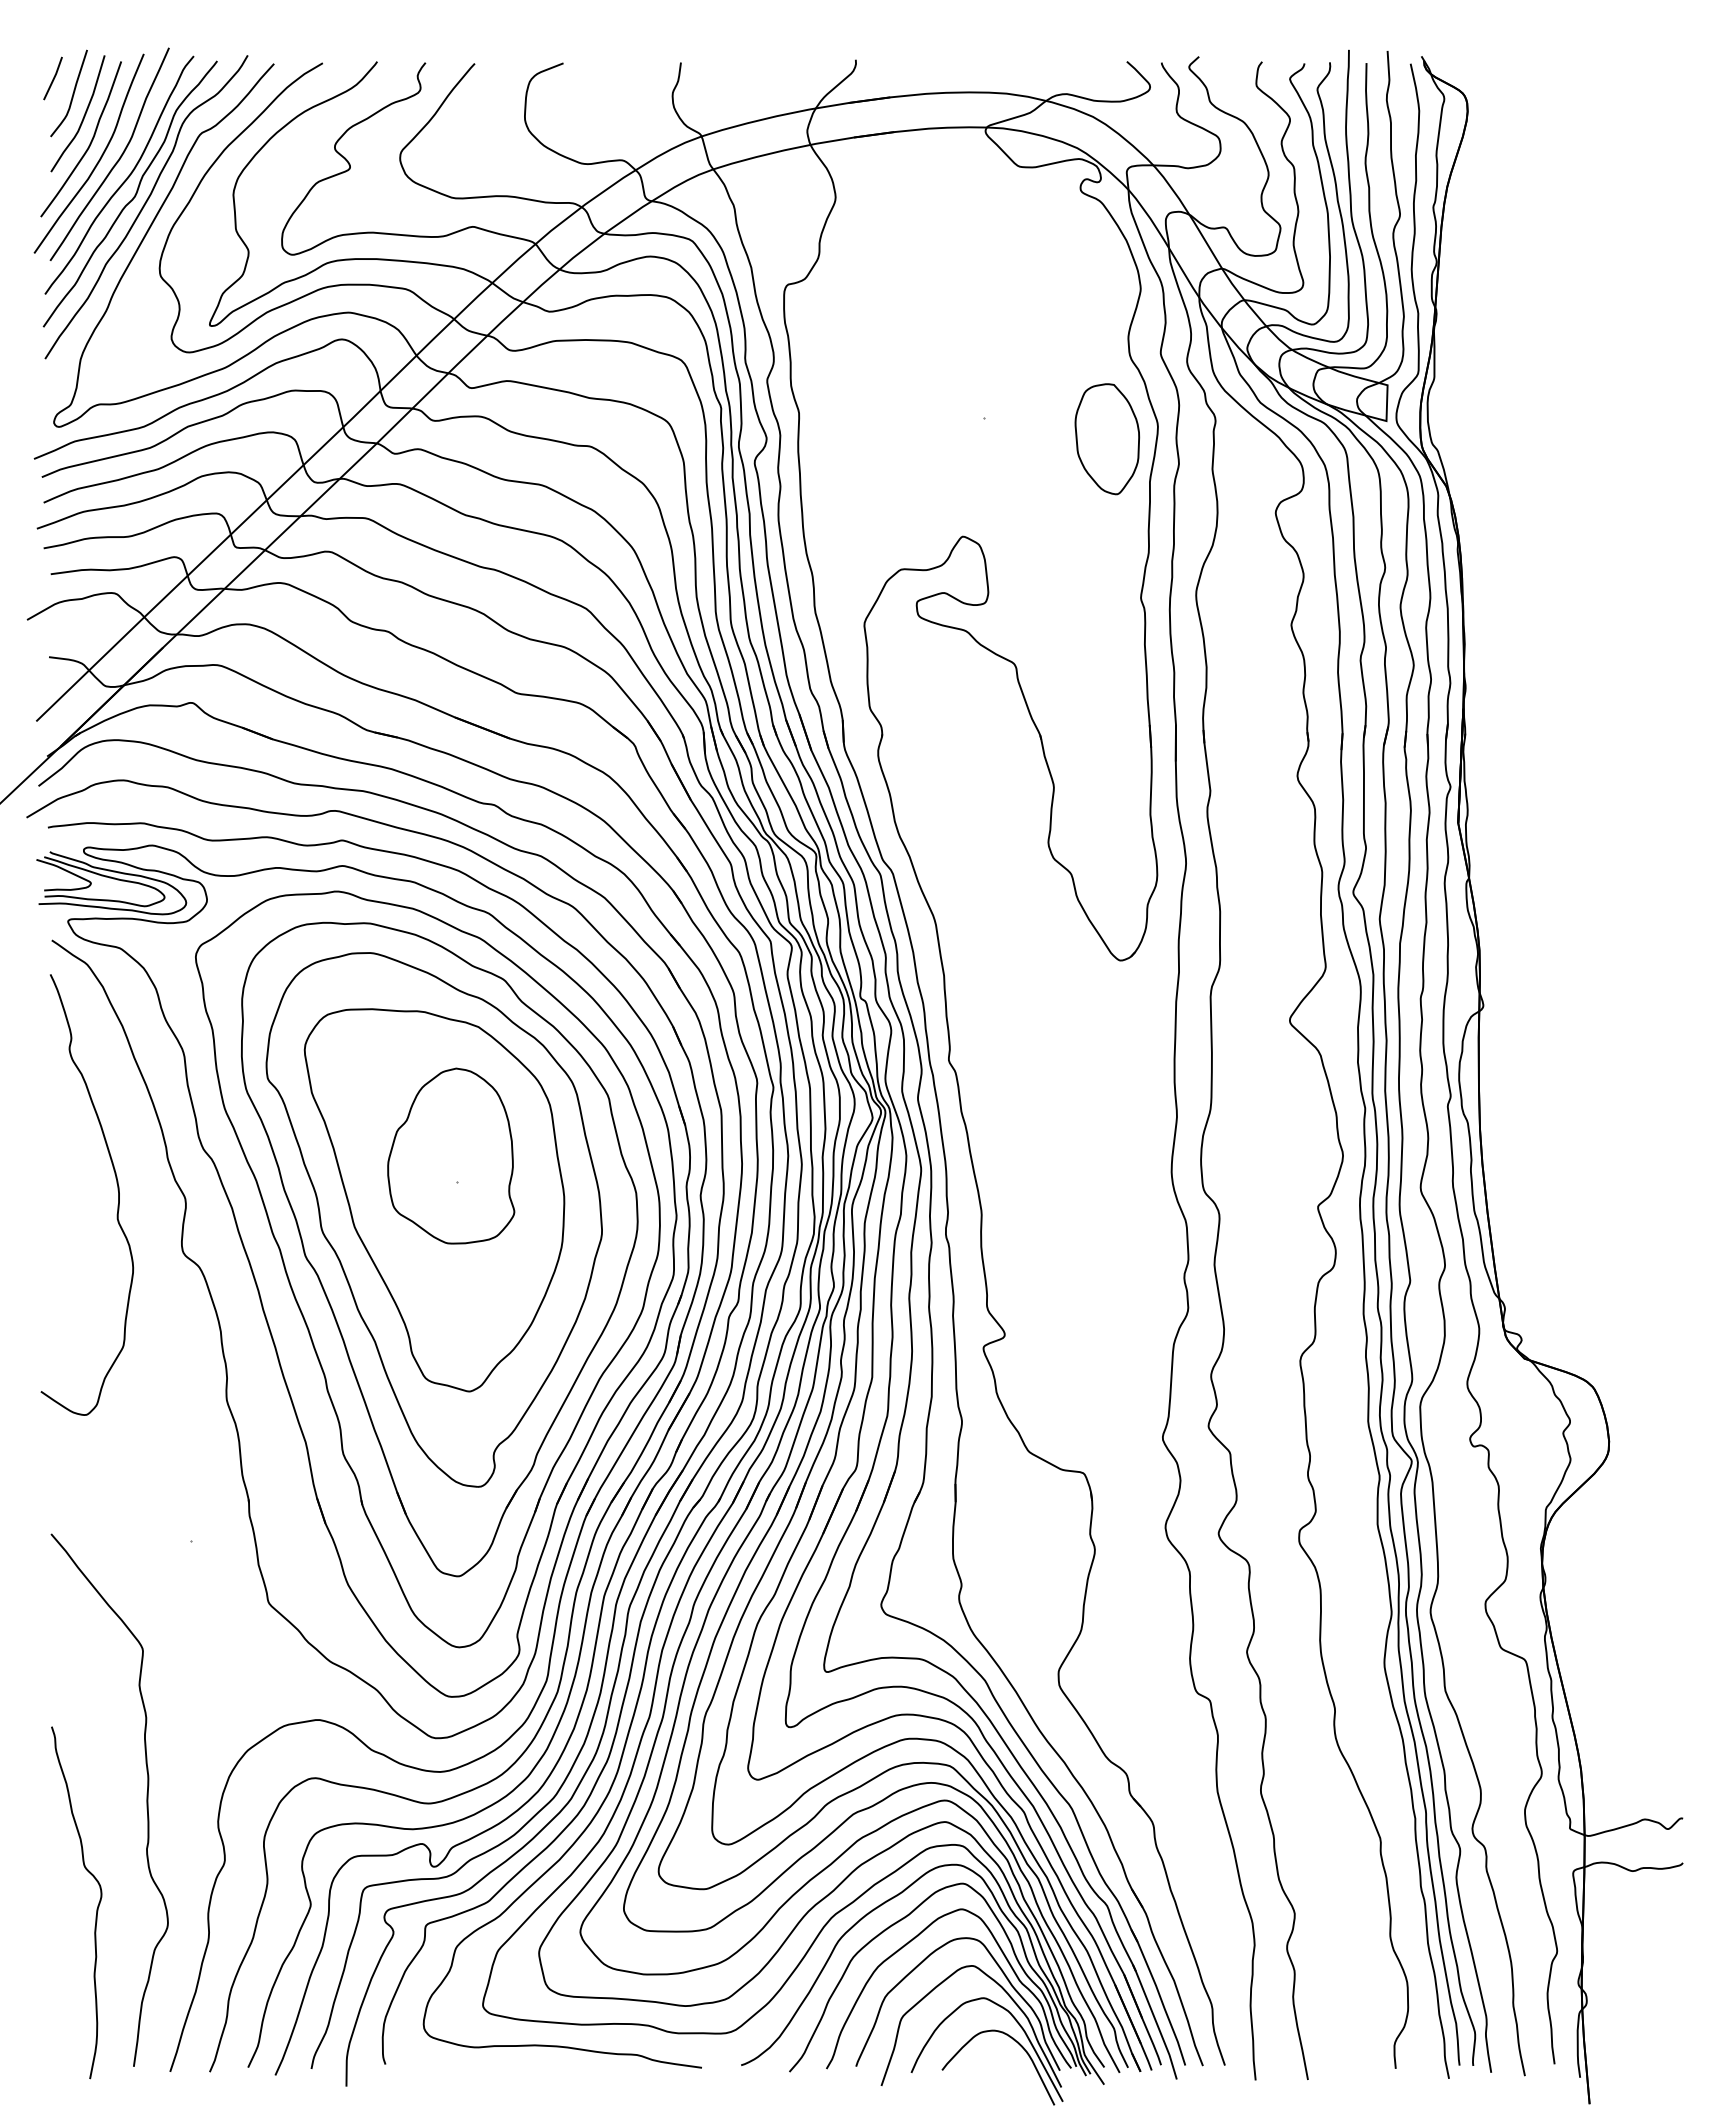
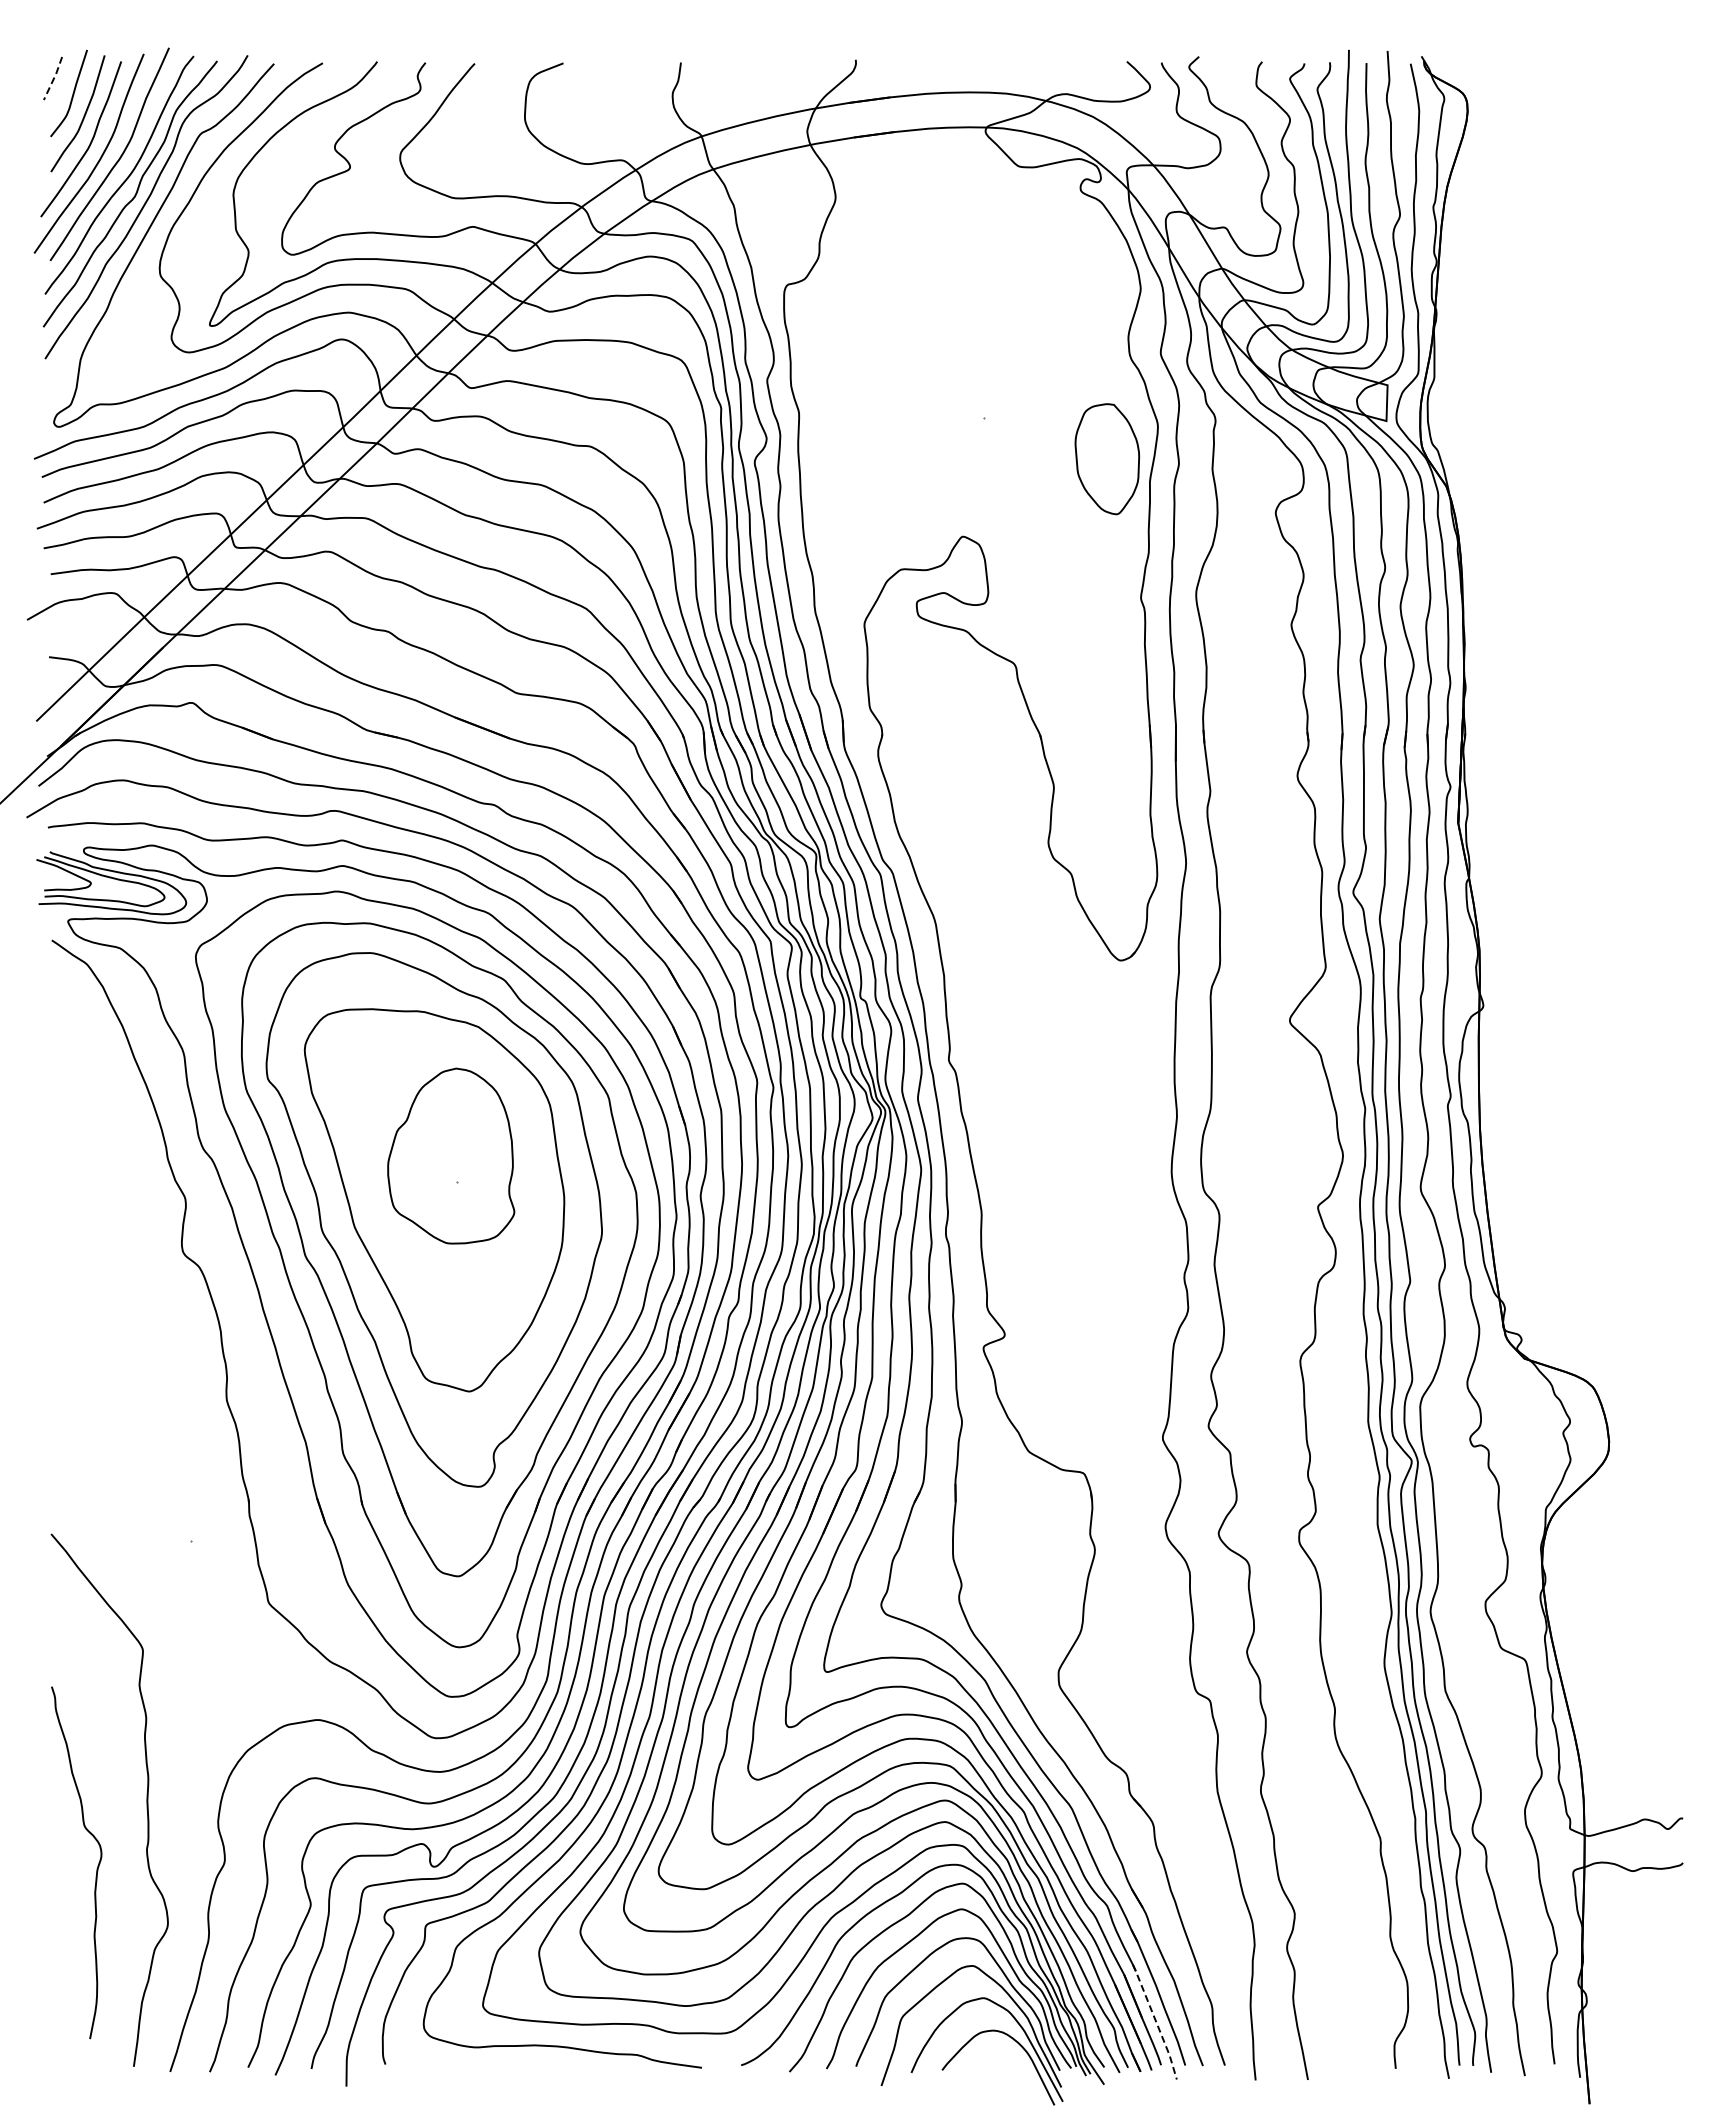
line at (54, 78): solid -> dashed
part at (1107, 439) position: (1107, 439) -> (1107, 459)
curve at (117, 1190): present -> none
curve at (96, 1908) position: (96, 1908) -> (96, 1868)
line at (1156, 2021): solid -> dashed
